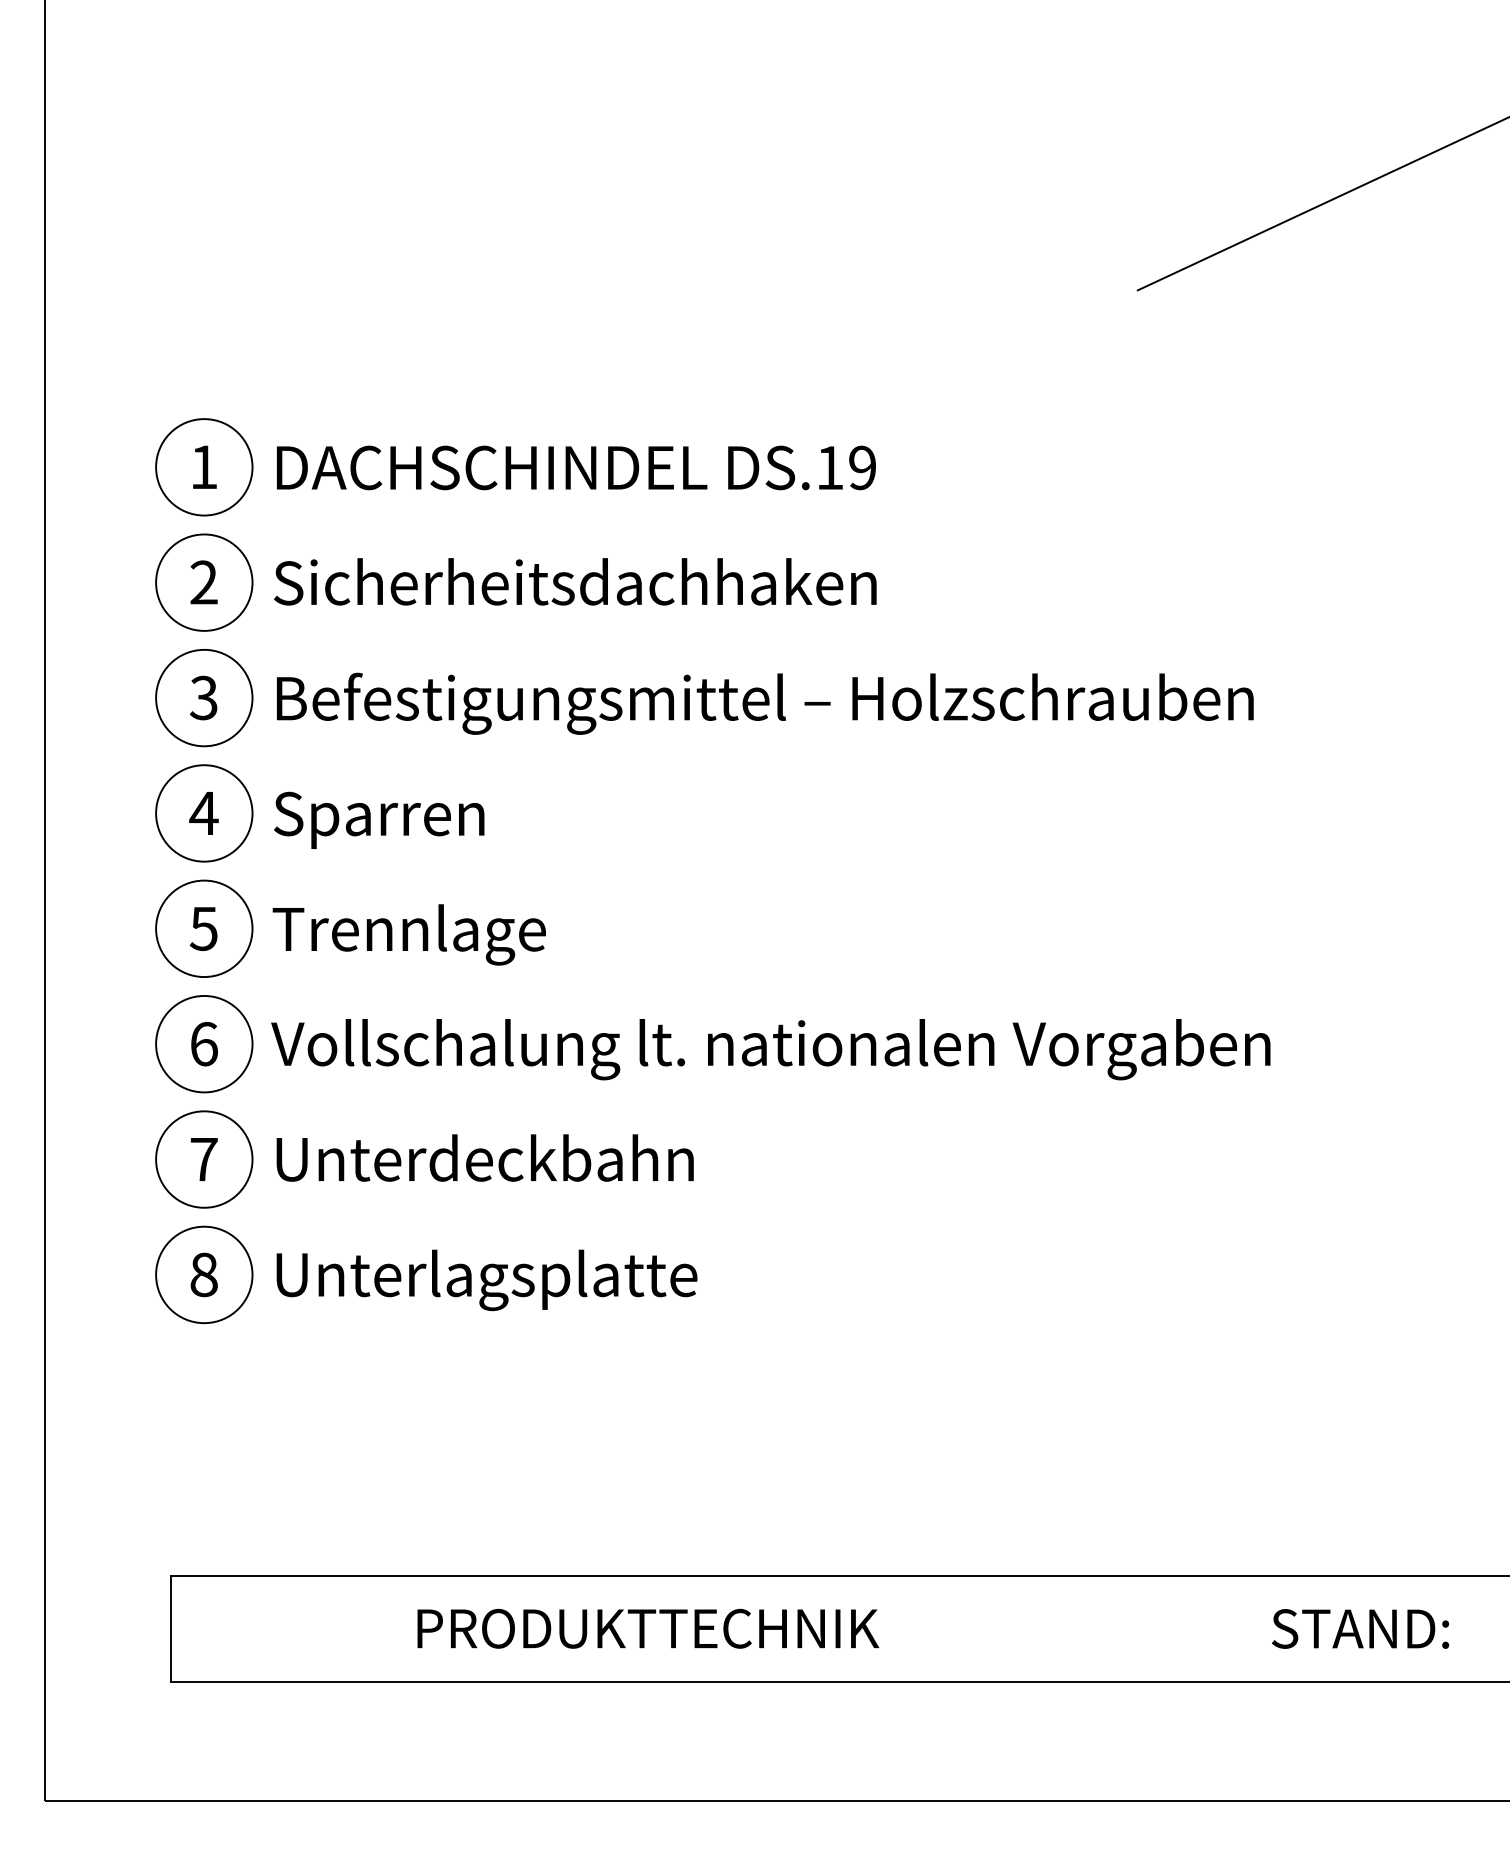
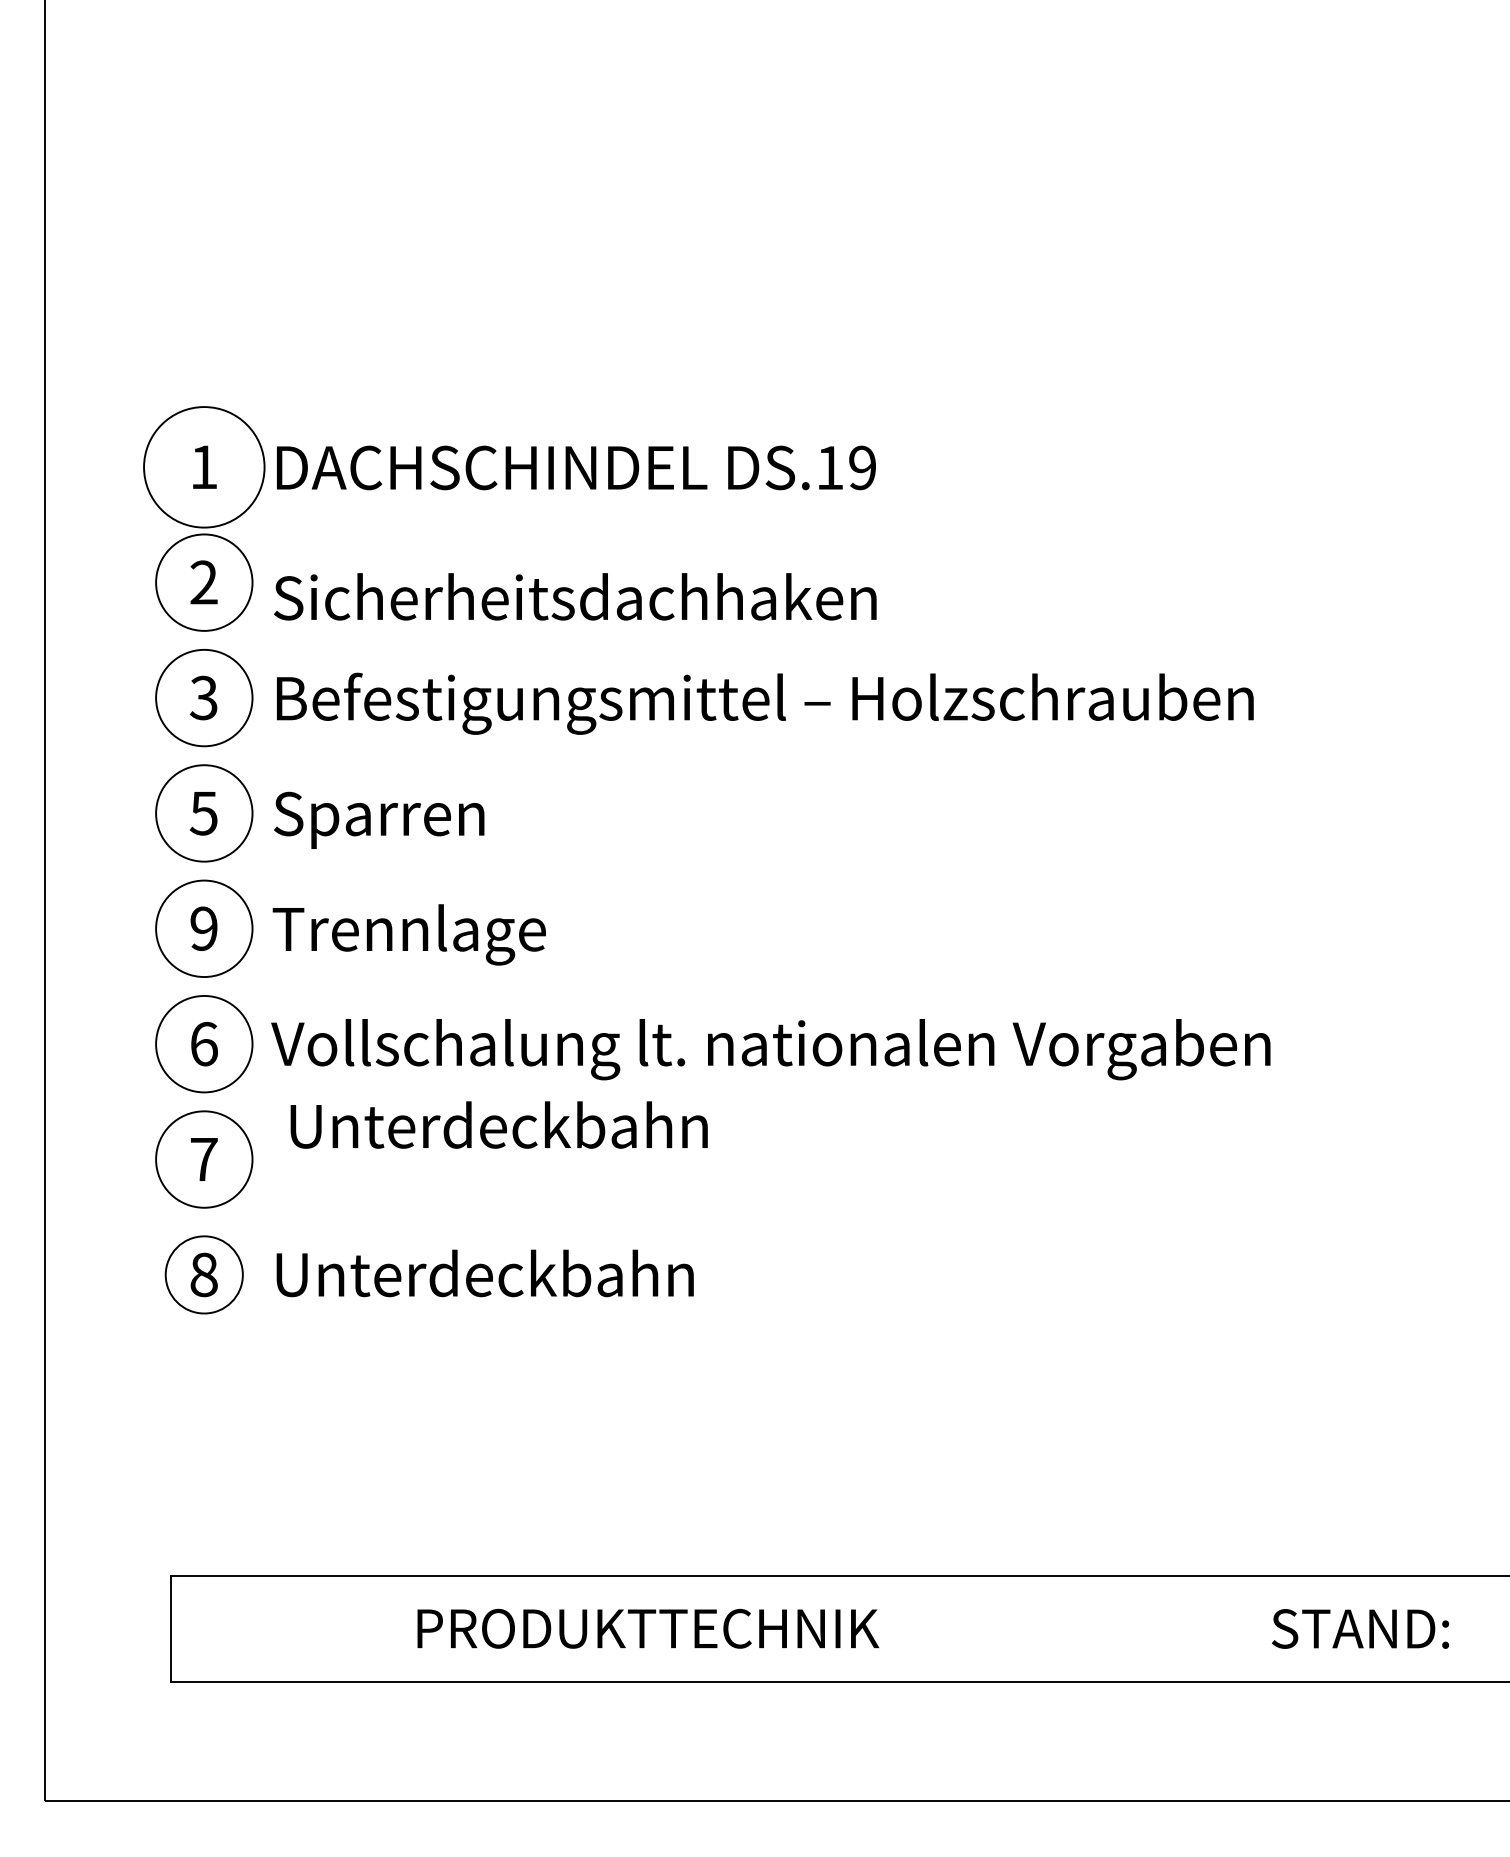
line at (1321, 204): present -> none
circle at (204, 467) diameter: 96 px -> 121 px
text at (575, 581) position: (575, 581) -> (575, 596)
text at (203, 813): 4 -> 5
text at (203, 928): 5 -> 9
text at (484, 1157) position: (484, 1157) -> (498, 1124)
circle at (204, 1274) diameter: 96 px -> 77 px
text at (563, 1280): Unterlagsplatte -> Unterdeckbahn
